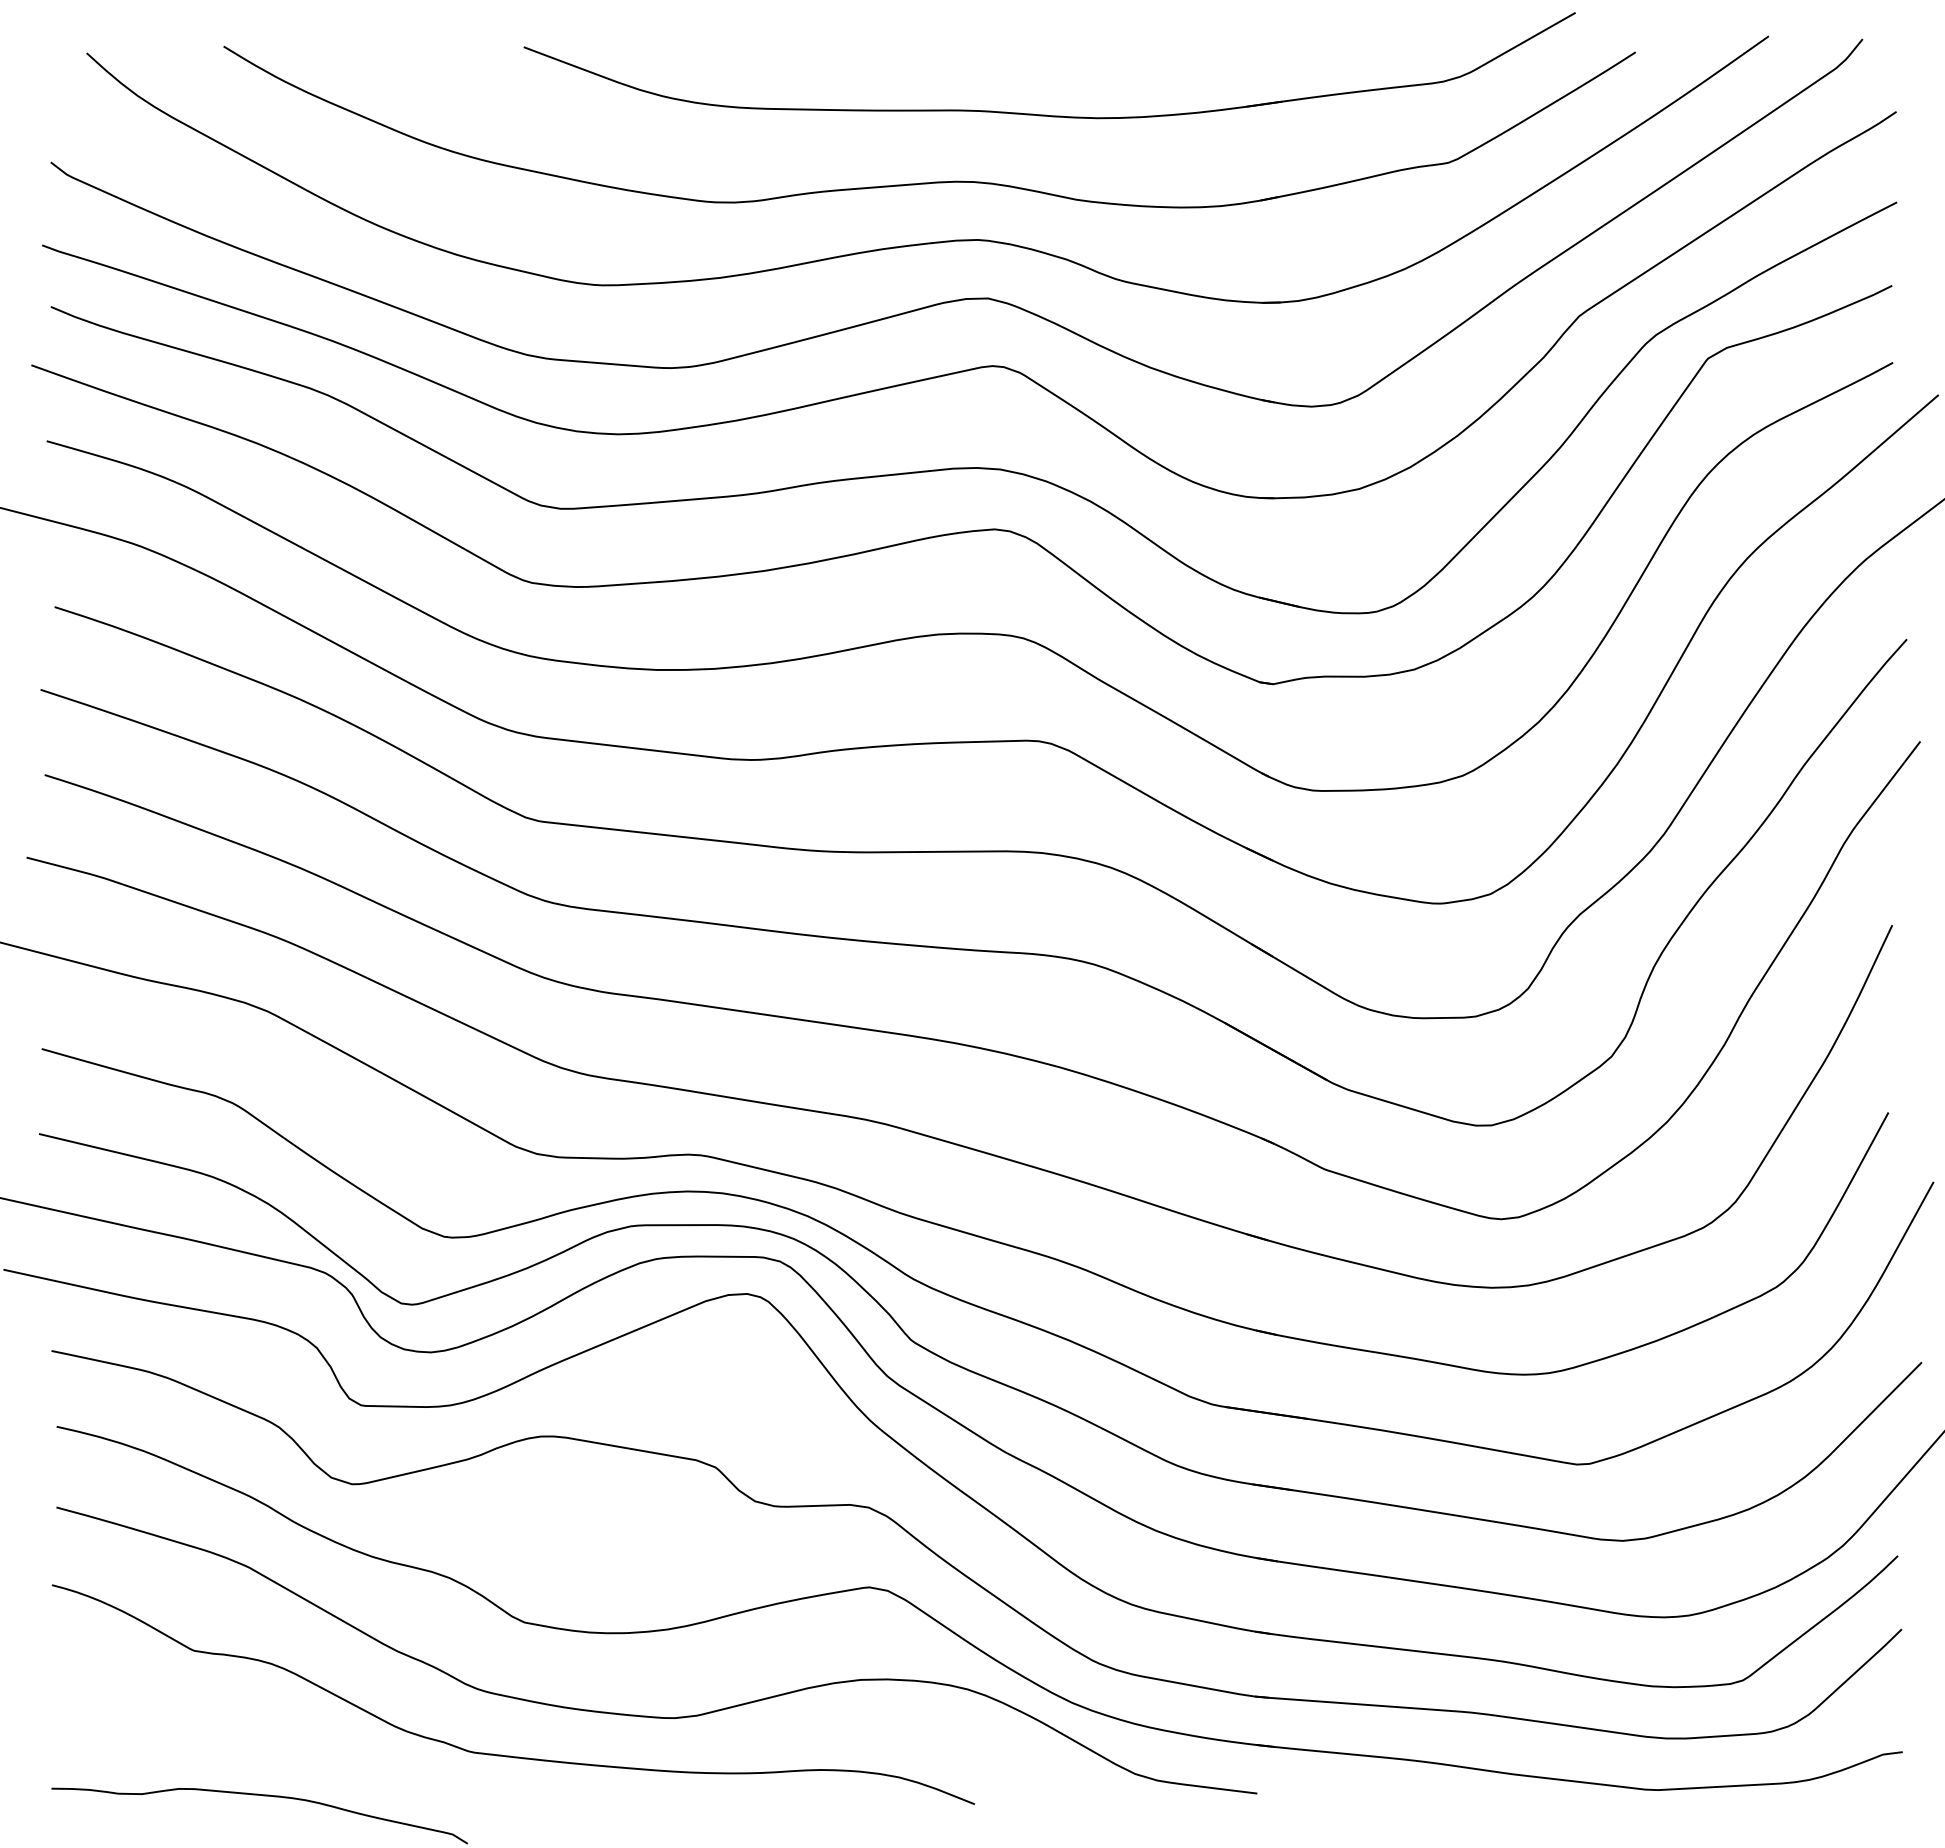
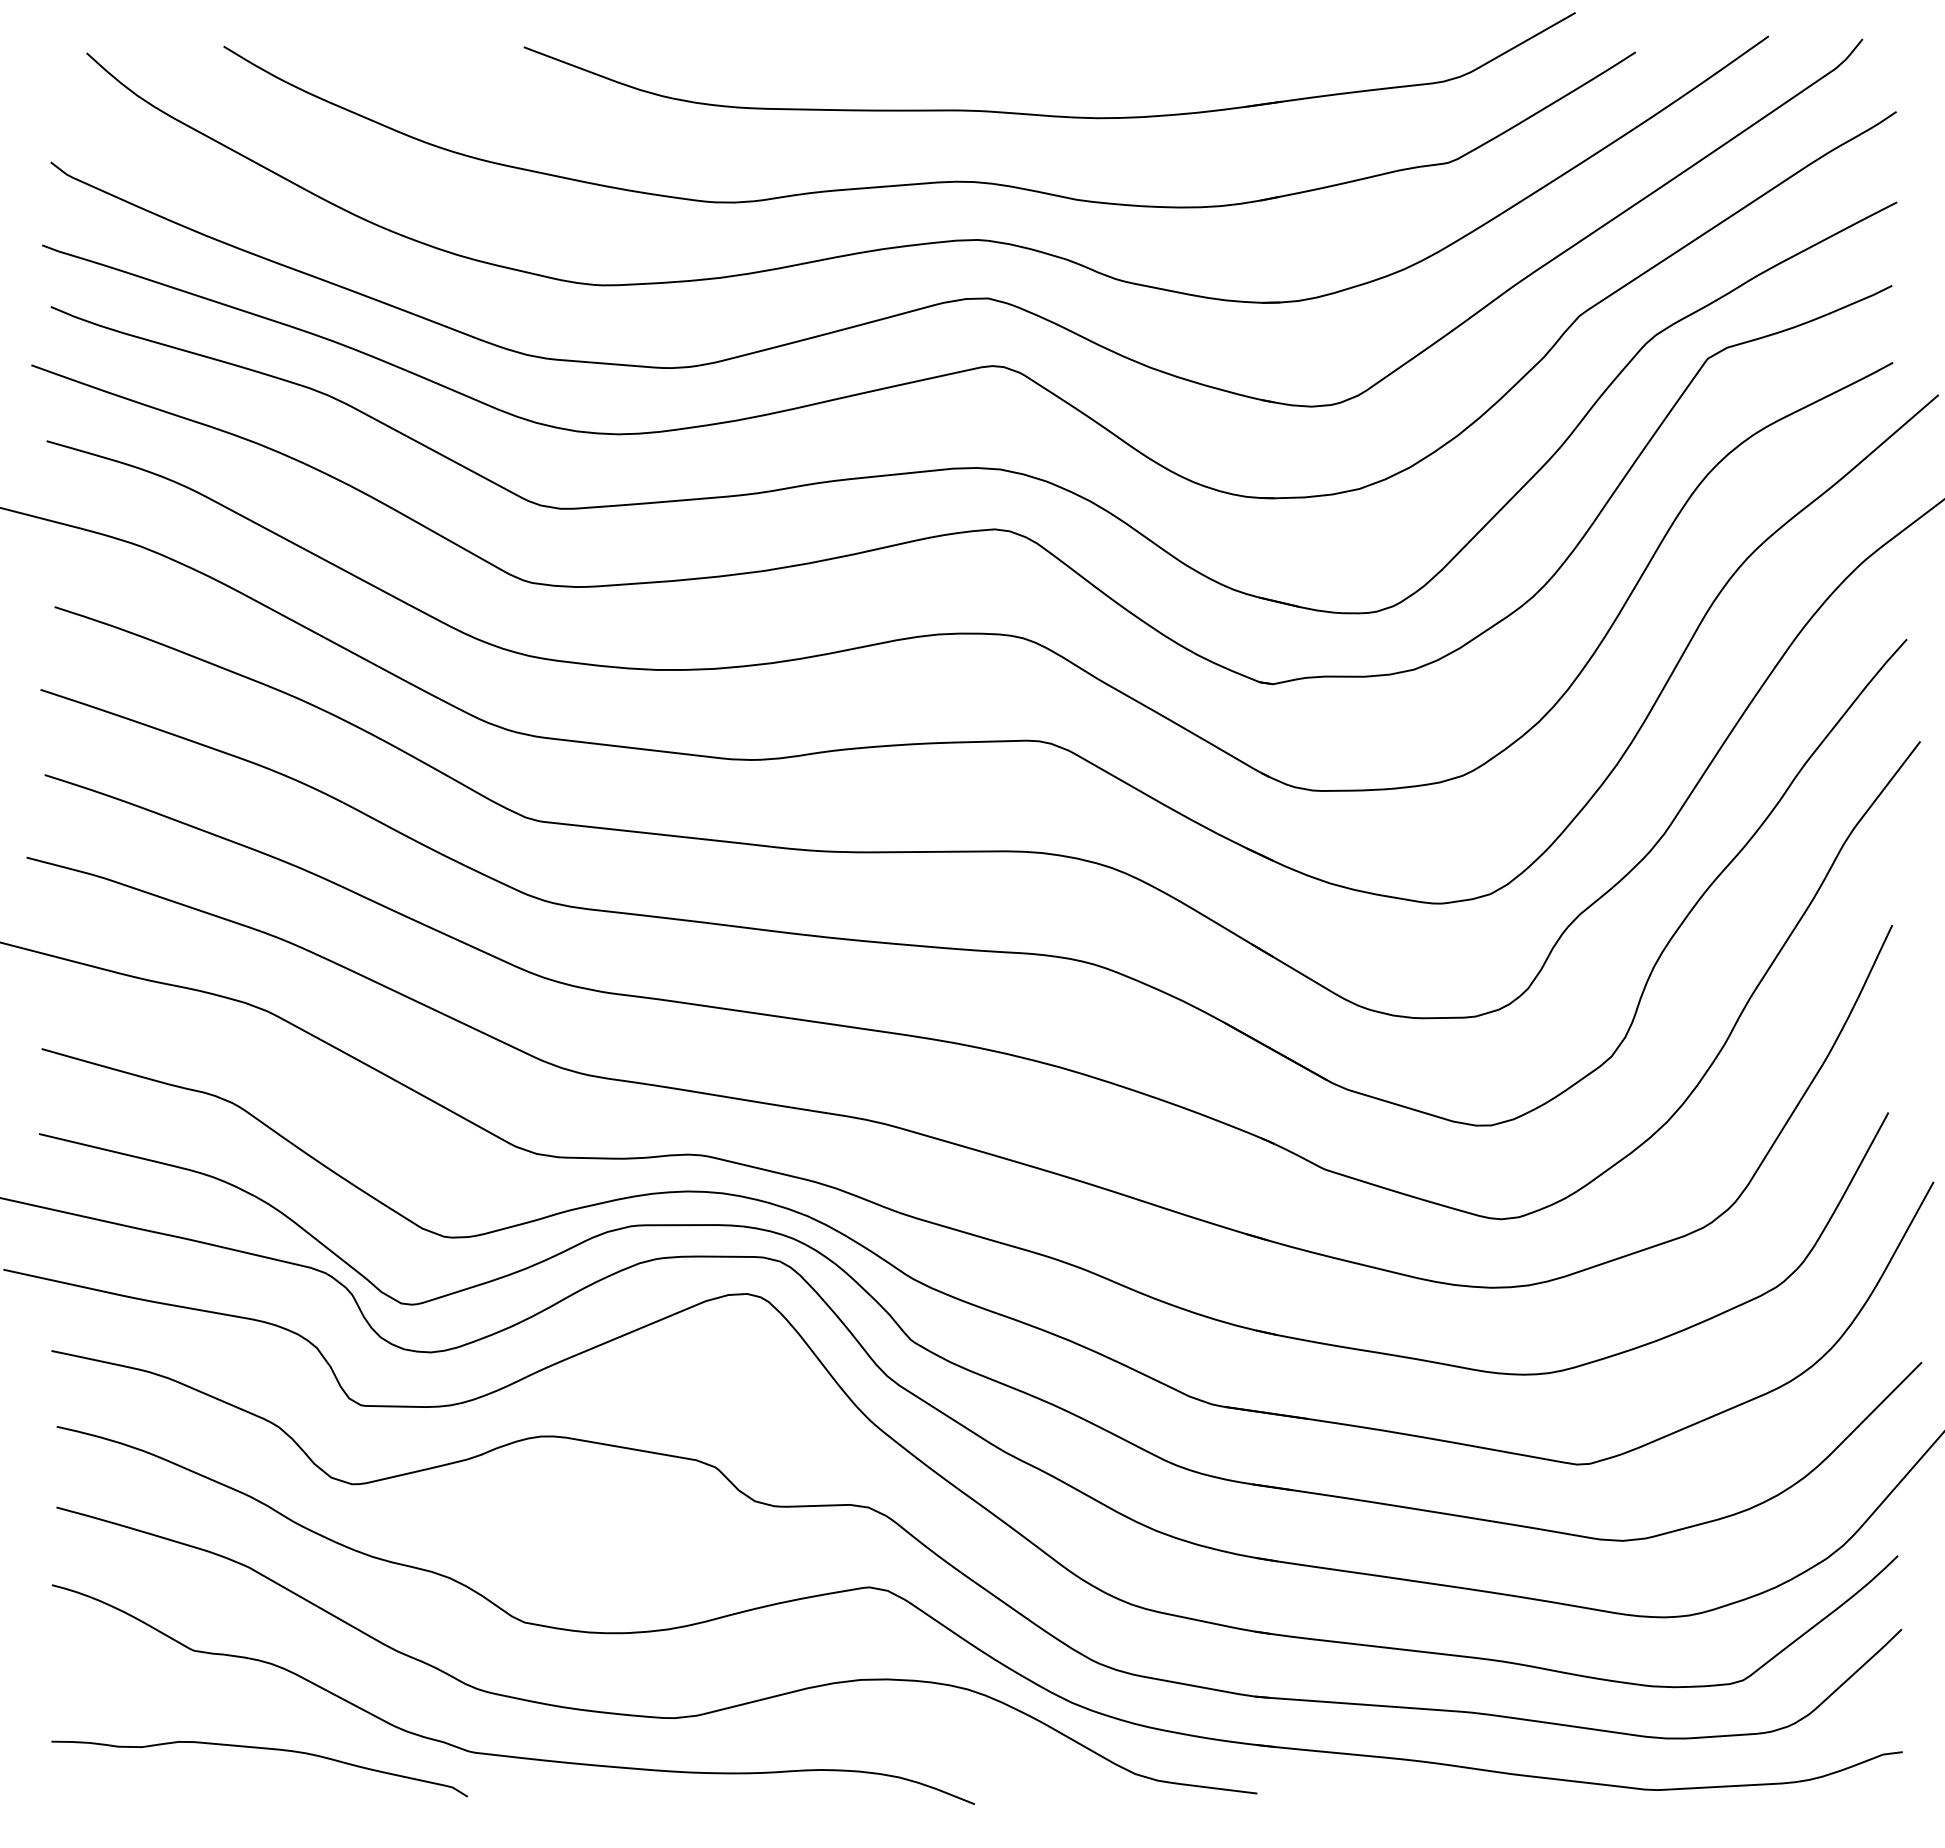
curve at (263, 1796) position: (263, 1796) -> (263, 1749)
